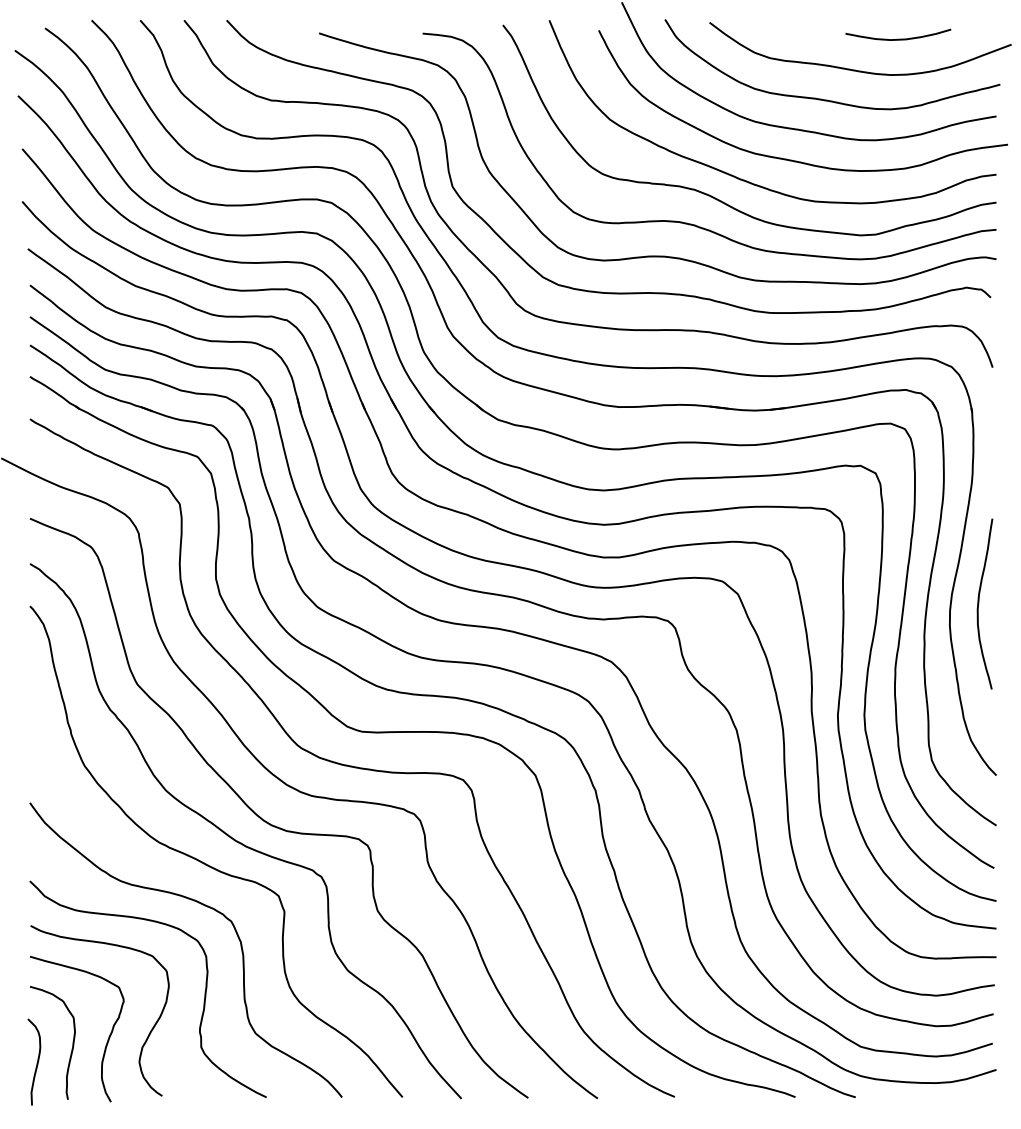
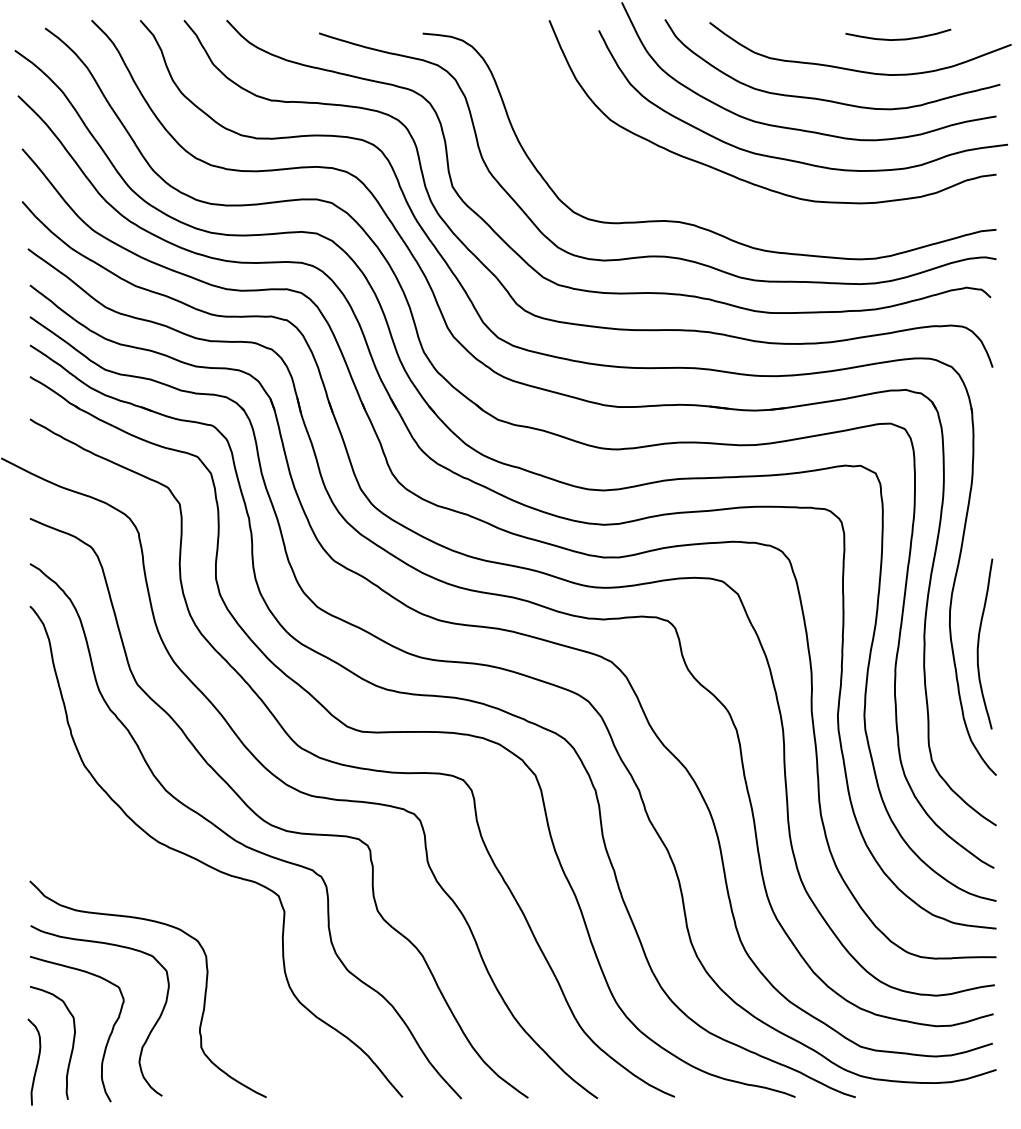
curve at (715, 197): present -> none
curve at (979, 603) position: (979, 603) -> (979, 643)
curve at (204, 906): present -> none
